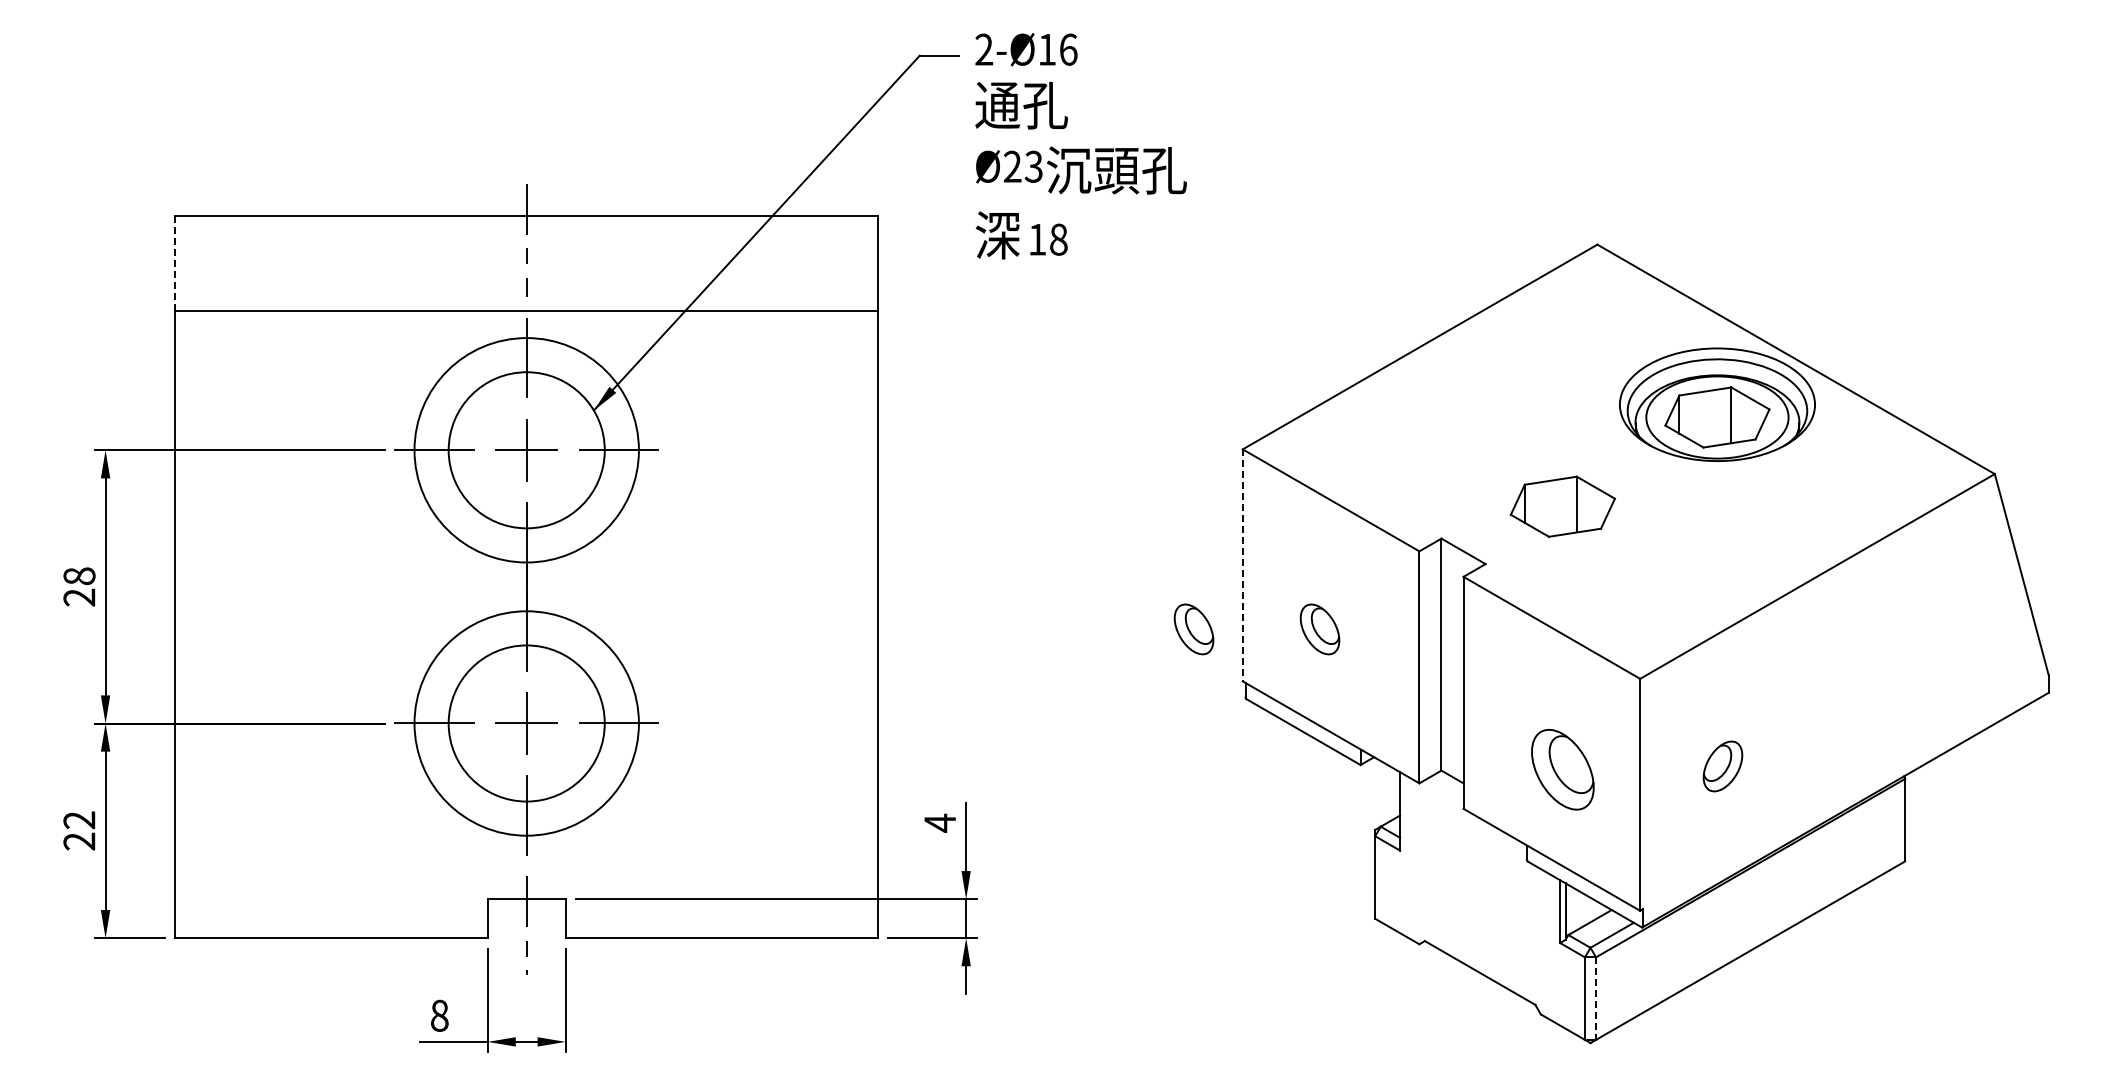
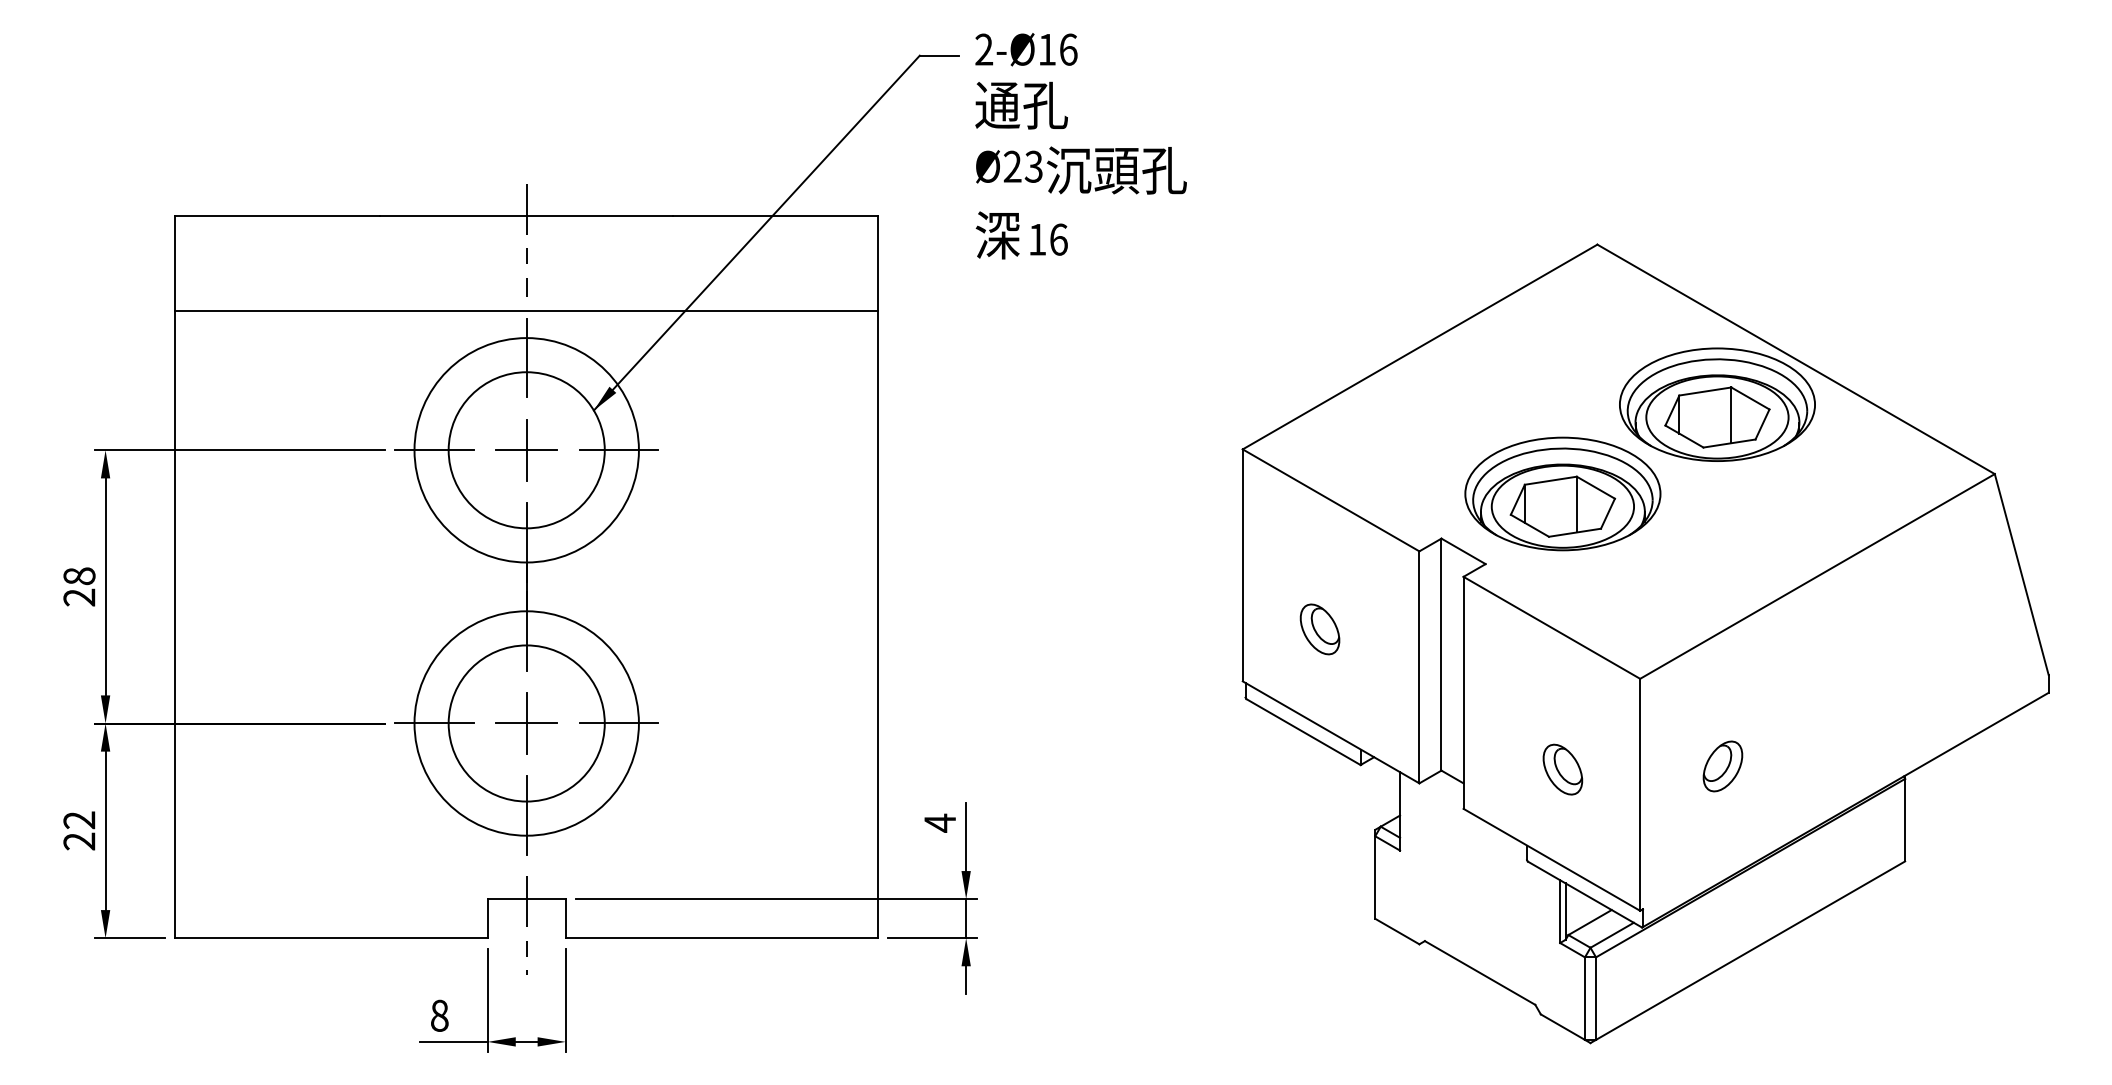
text at (1058, 239): 18 -> 16
line at (175, 263): dashed -> solid
part at (1562, 493): none -> present
line at (1242, 565): dashed -> solid
part at (1193, 629): present -> none
part at (1562, 769) size: 64x82 px -> 42x53 px
line at (1596, 999): dashed -> solid
